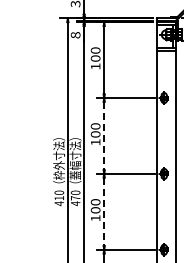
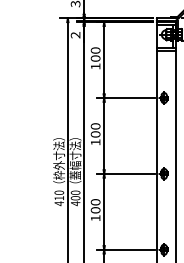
text at (75, 35): 8 -> 2
line at (104, 136): dashed -> solid
text at (75, 198): 470 -> 400
line at (104, 212): dashed -> solid
